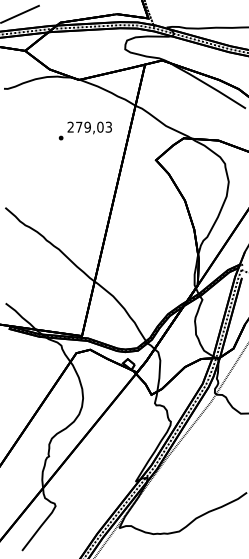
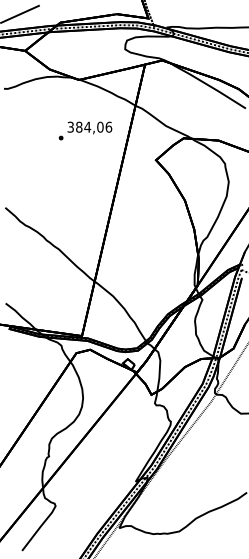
text at (89, 126): 279,03 -> 384,06
